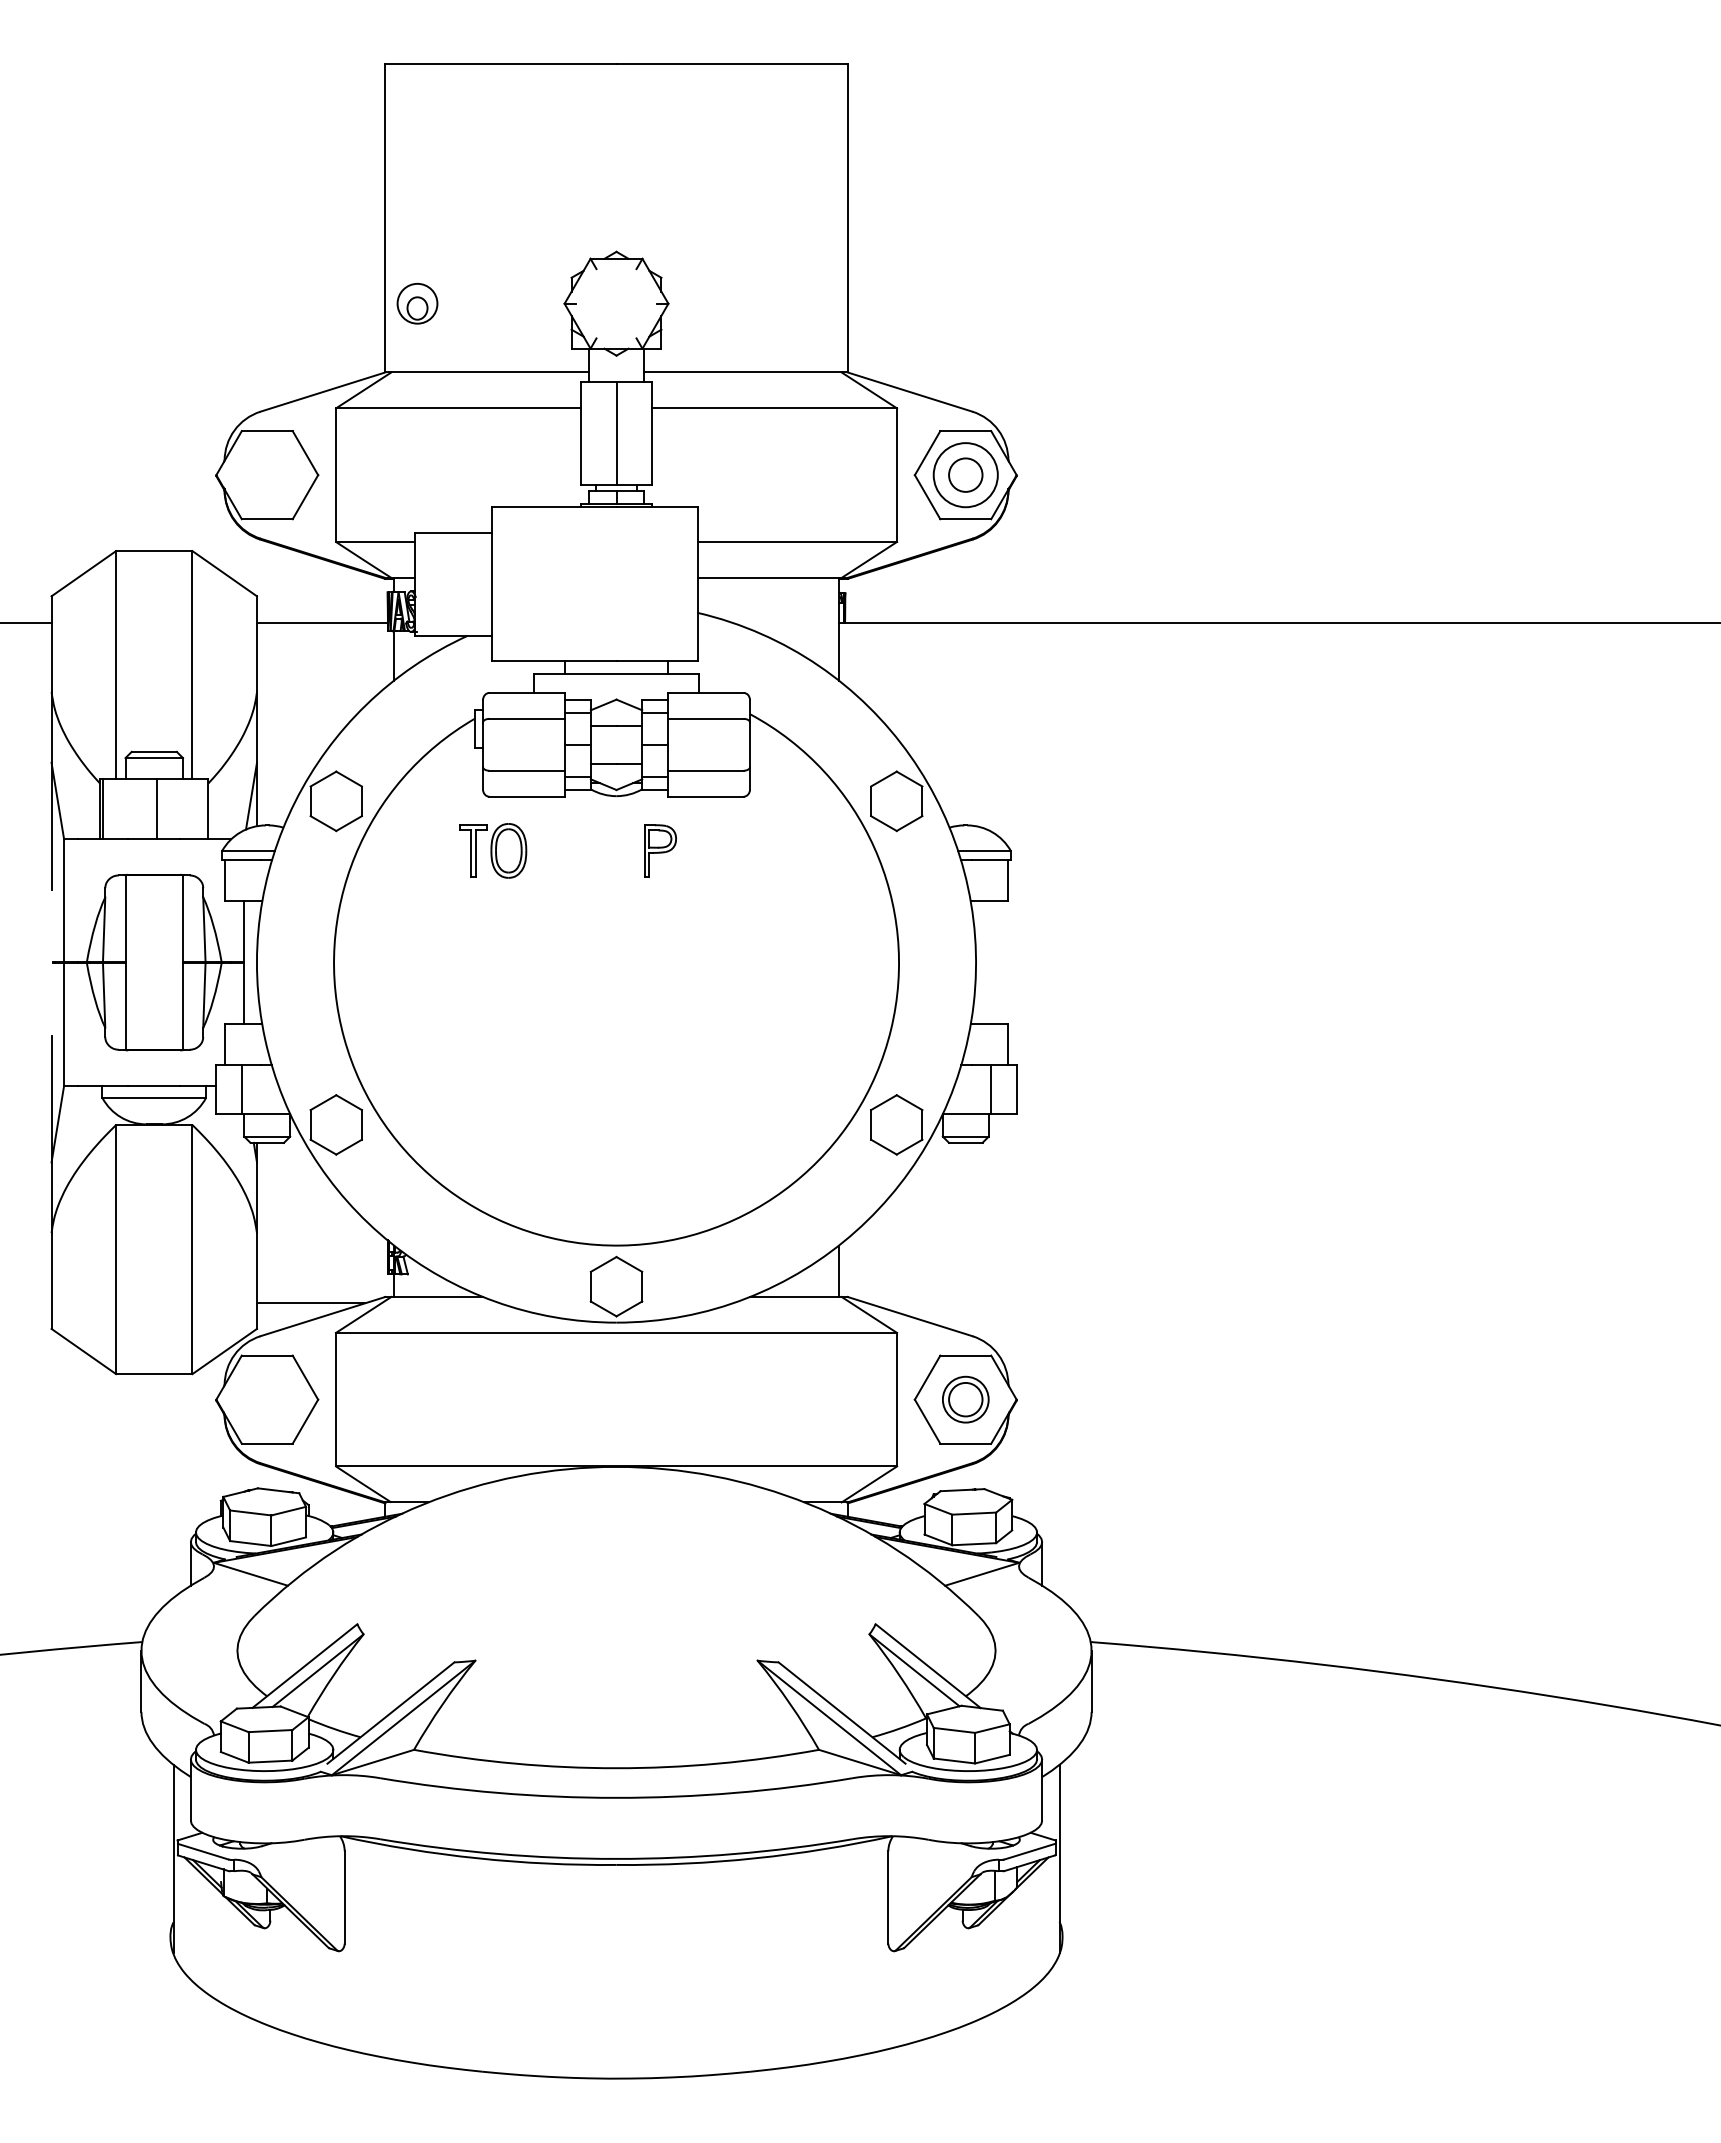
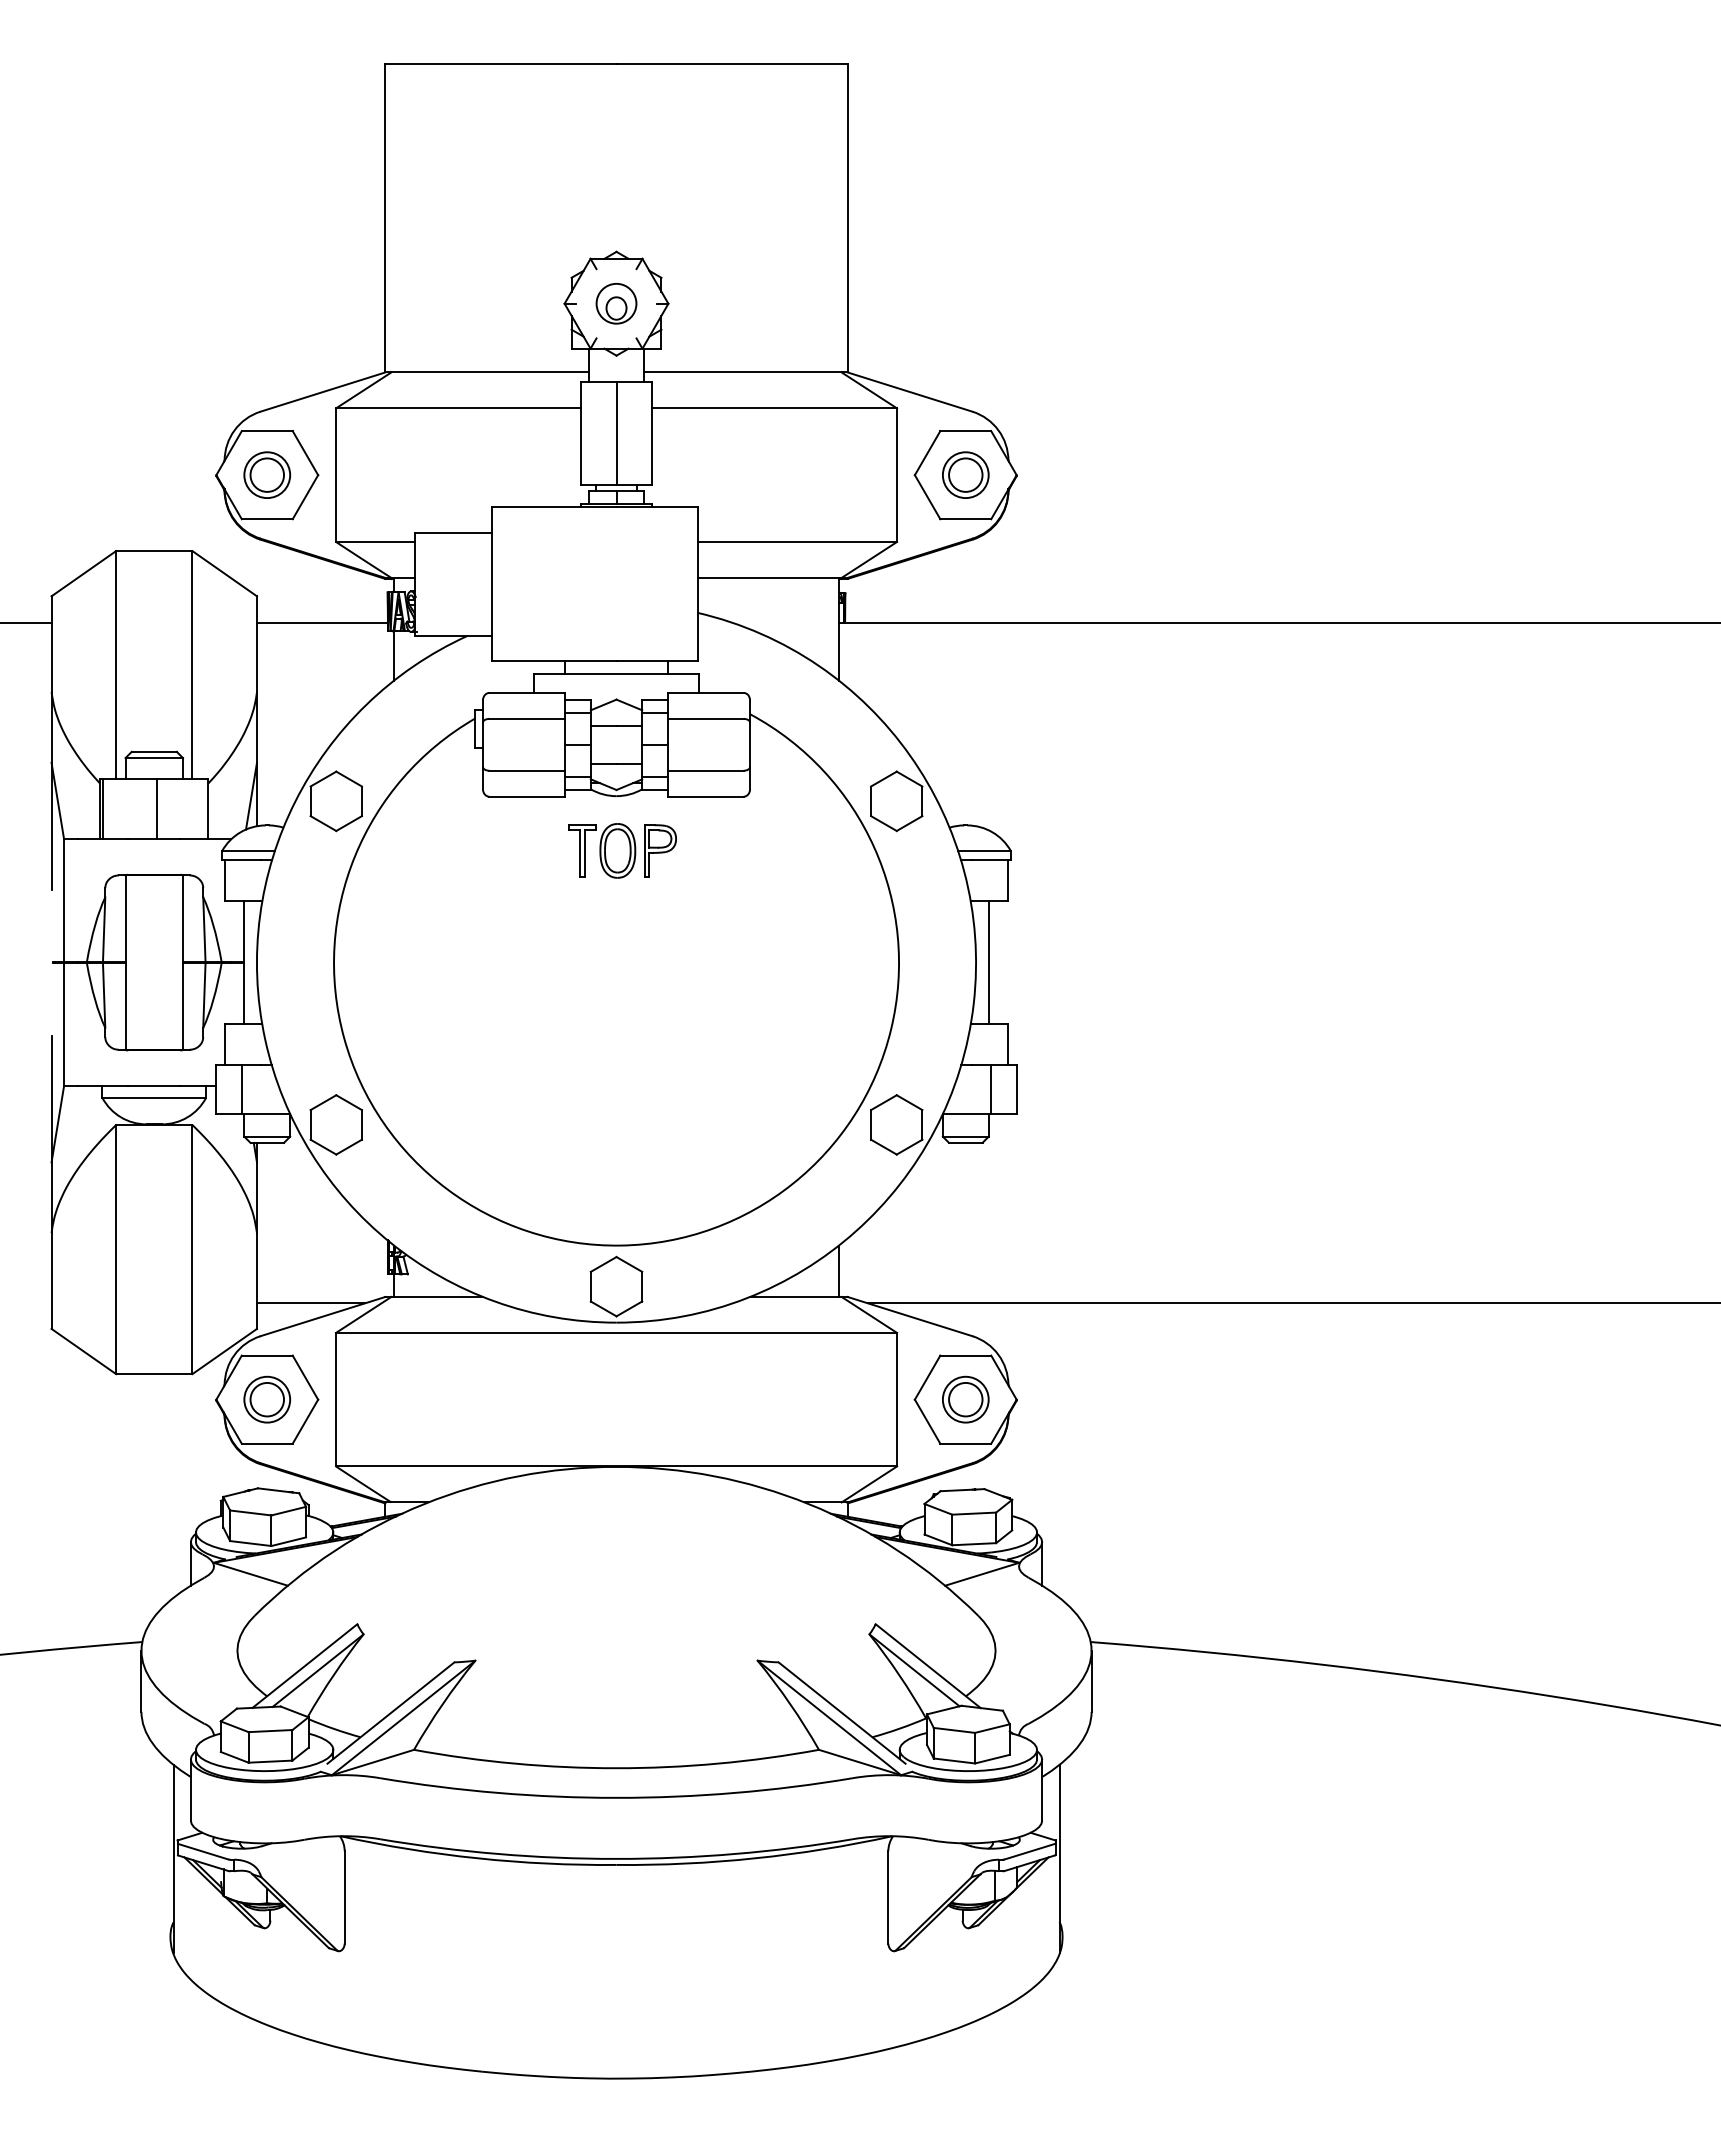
part at (417, 303) position: (417, 303) -> (616, 303)
part at (267, 474): none -> present
circle at (965, 475) diameter: 64 px -> 46 px
part at (493, 850) position: (493, 850) -> (602, 850)
line at (988, 962): none -> present
line at (1292, 1303): none -> present
part at (267, 1399): none -> present
